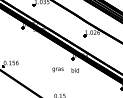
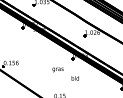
text at (74, 70) position: (74, 70) -> (74, 78)
